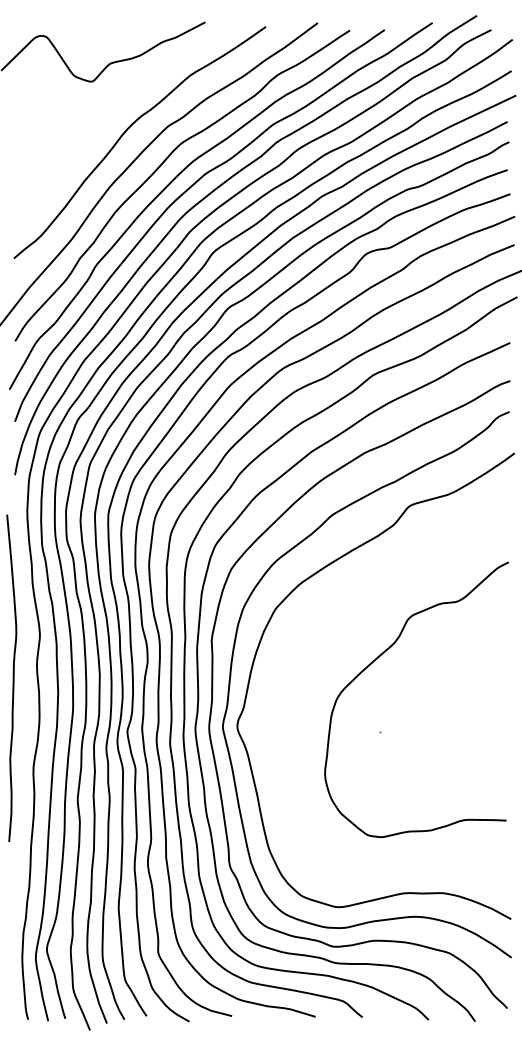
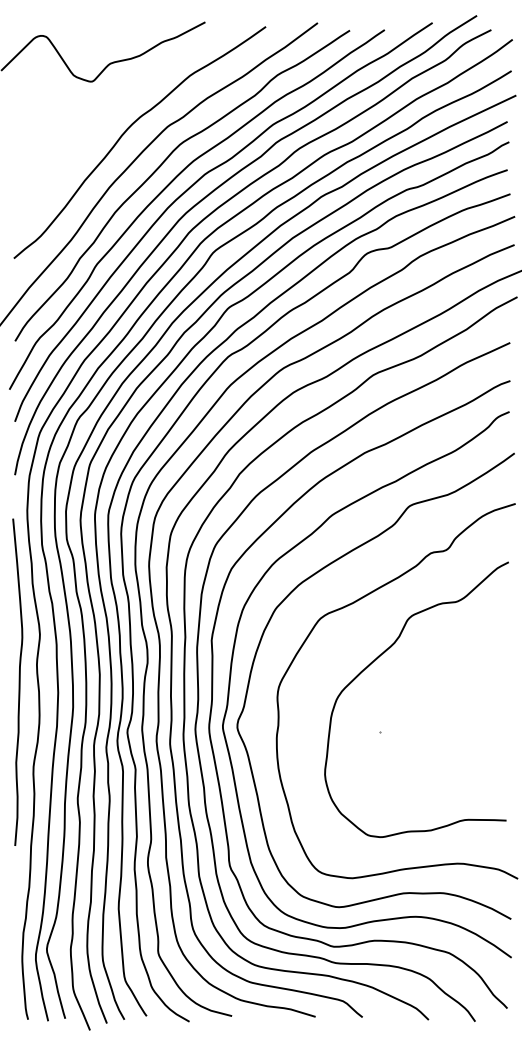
curve at (352, 604): none -> present
curve at (12, 677) position: (12, 677) -> (18, 681)
